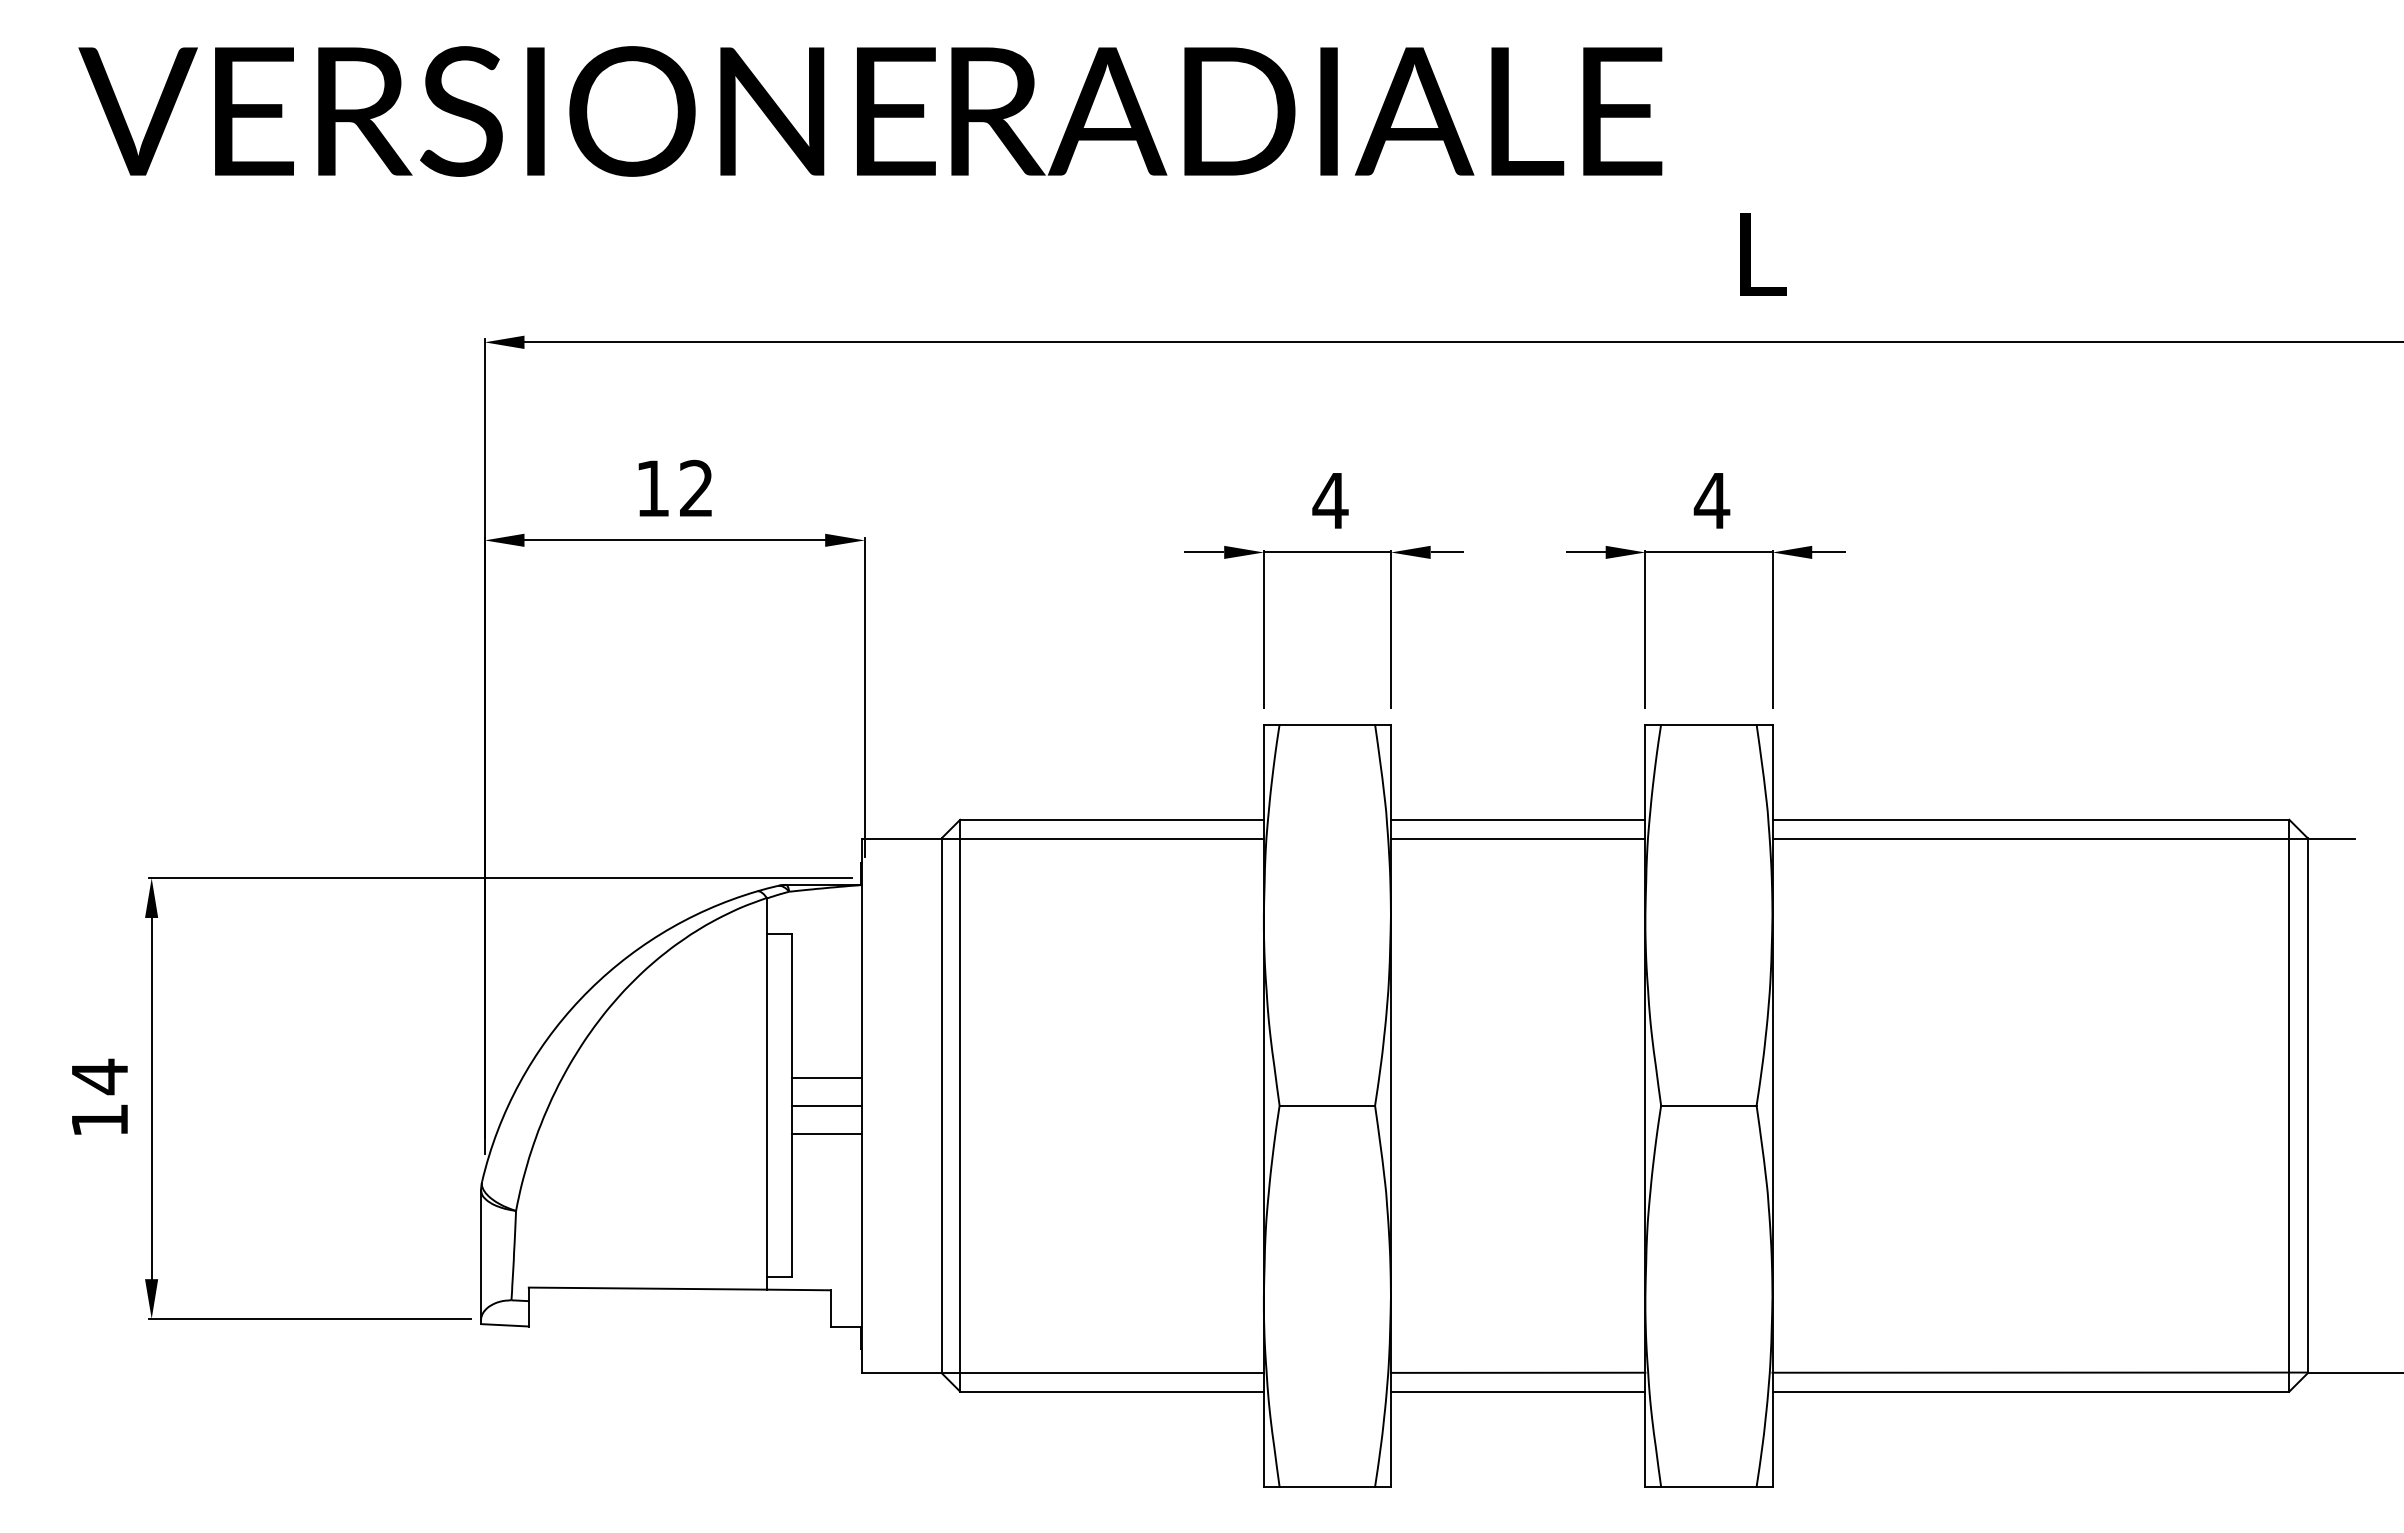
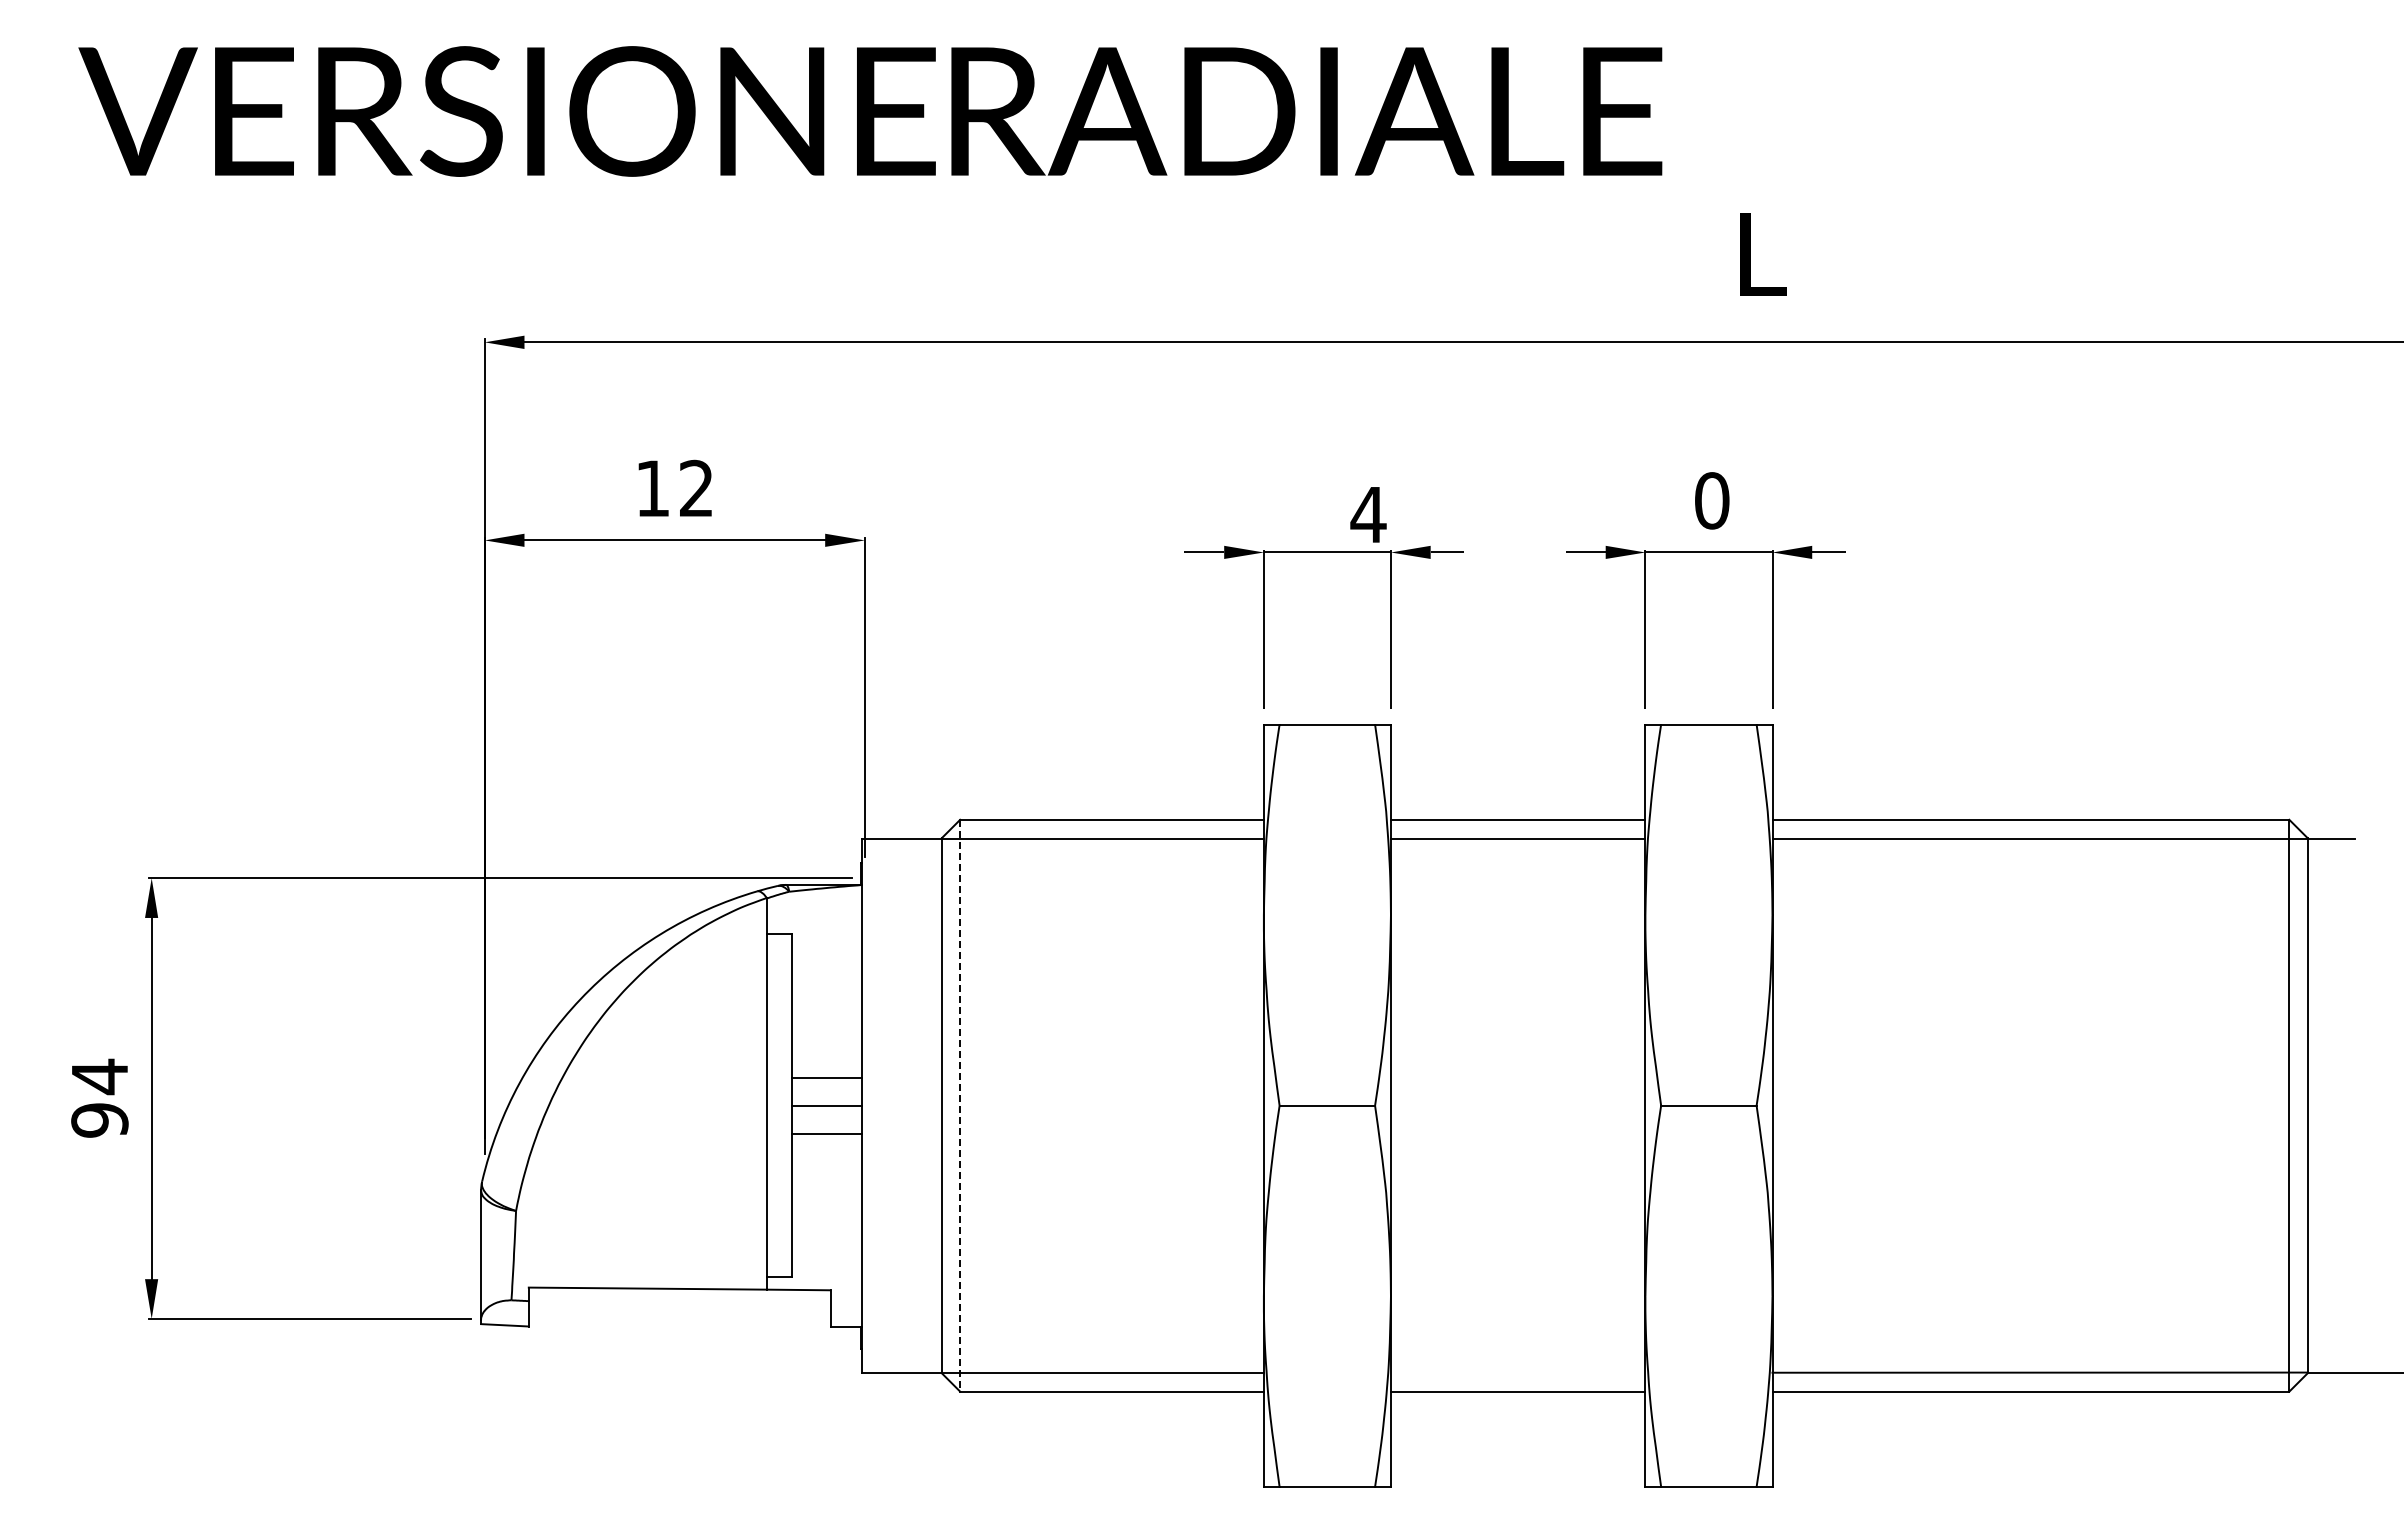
text at (1330, 500) position: (1330, 500) -> (1368, 514)
text at (1711, 500): 4 -> 0
line at (960, 1105): solid -> dashed
text at (99, 1120): 14 -> 94
line at (1517, 1372): present -> none
